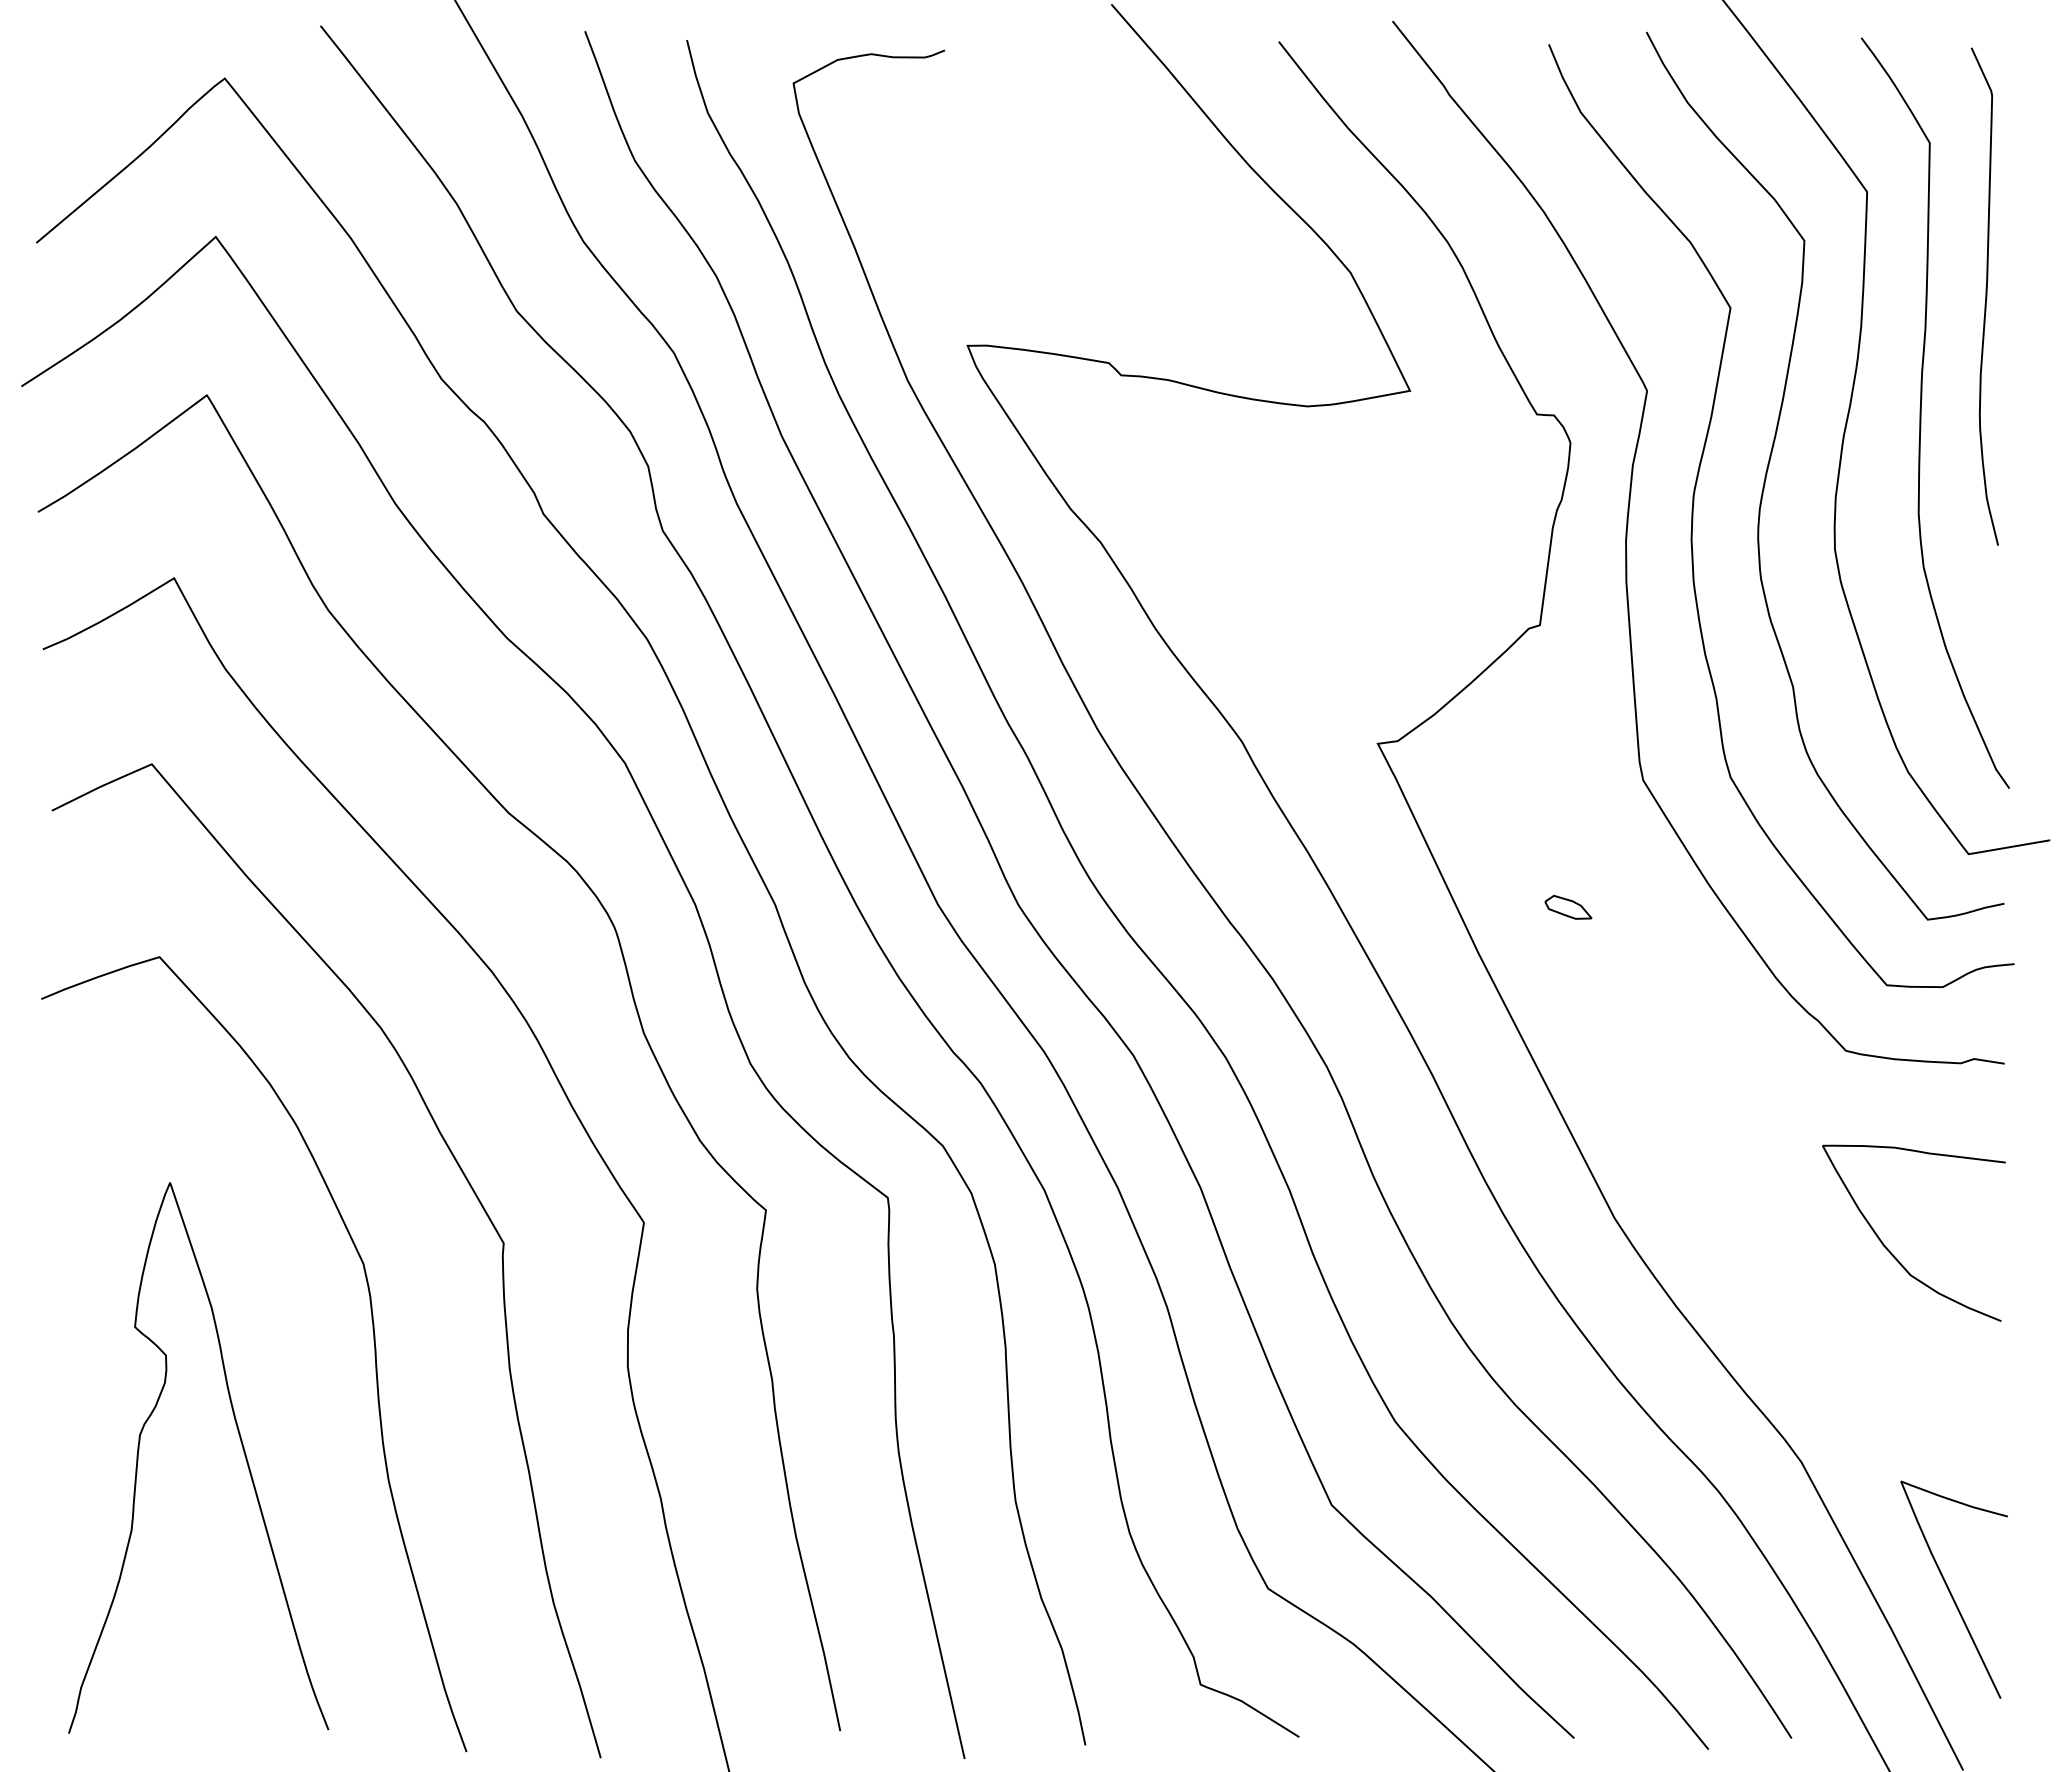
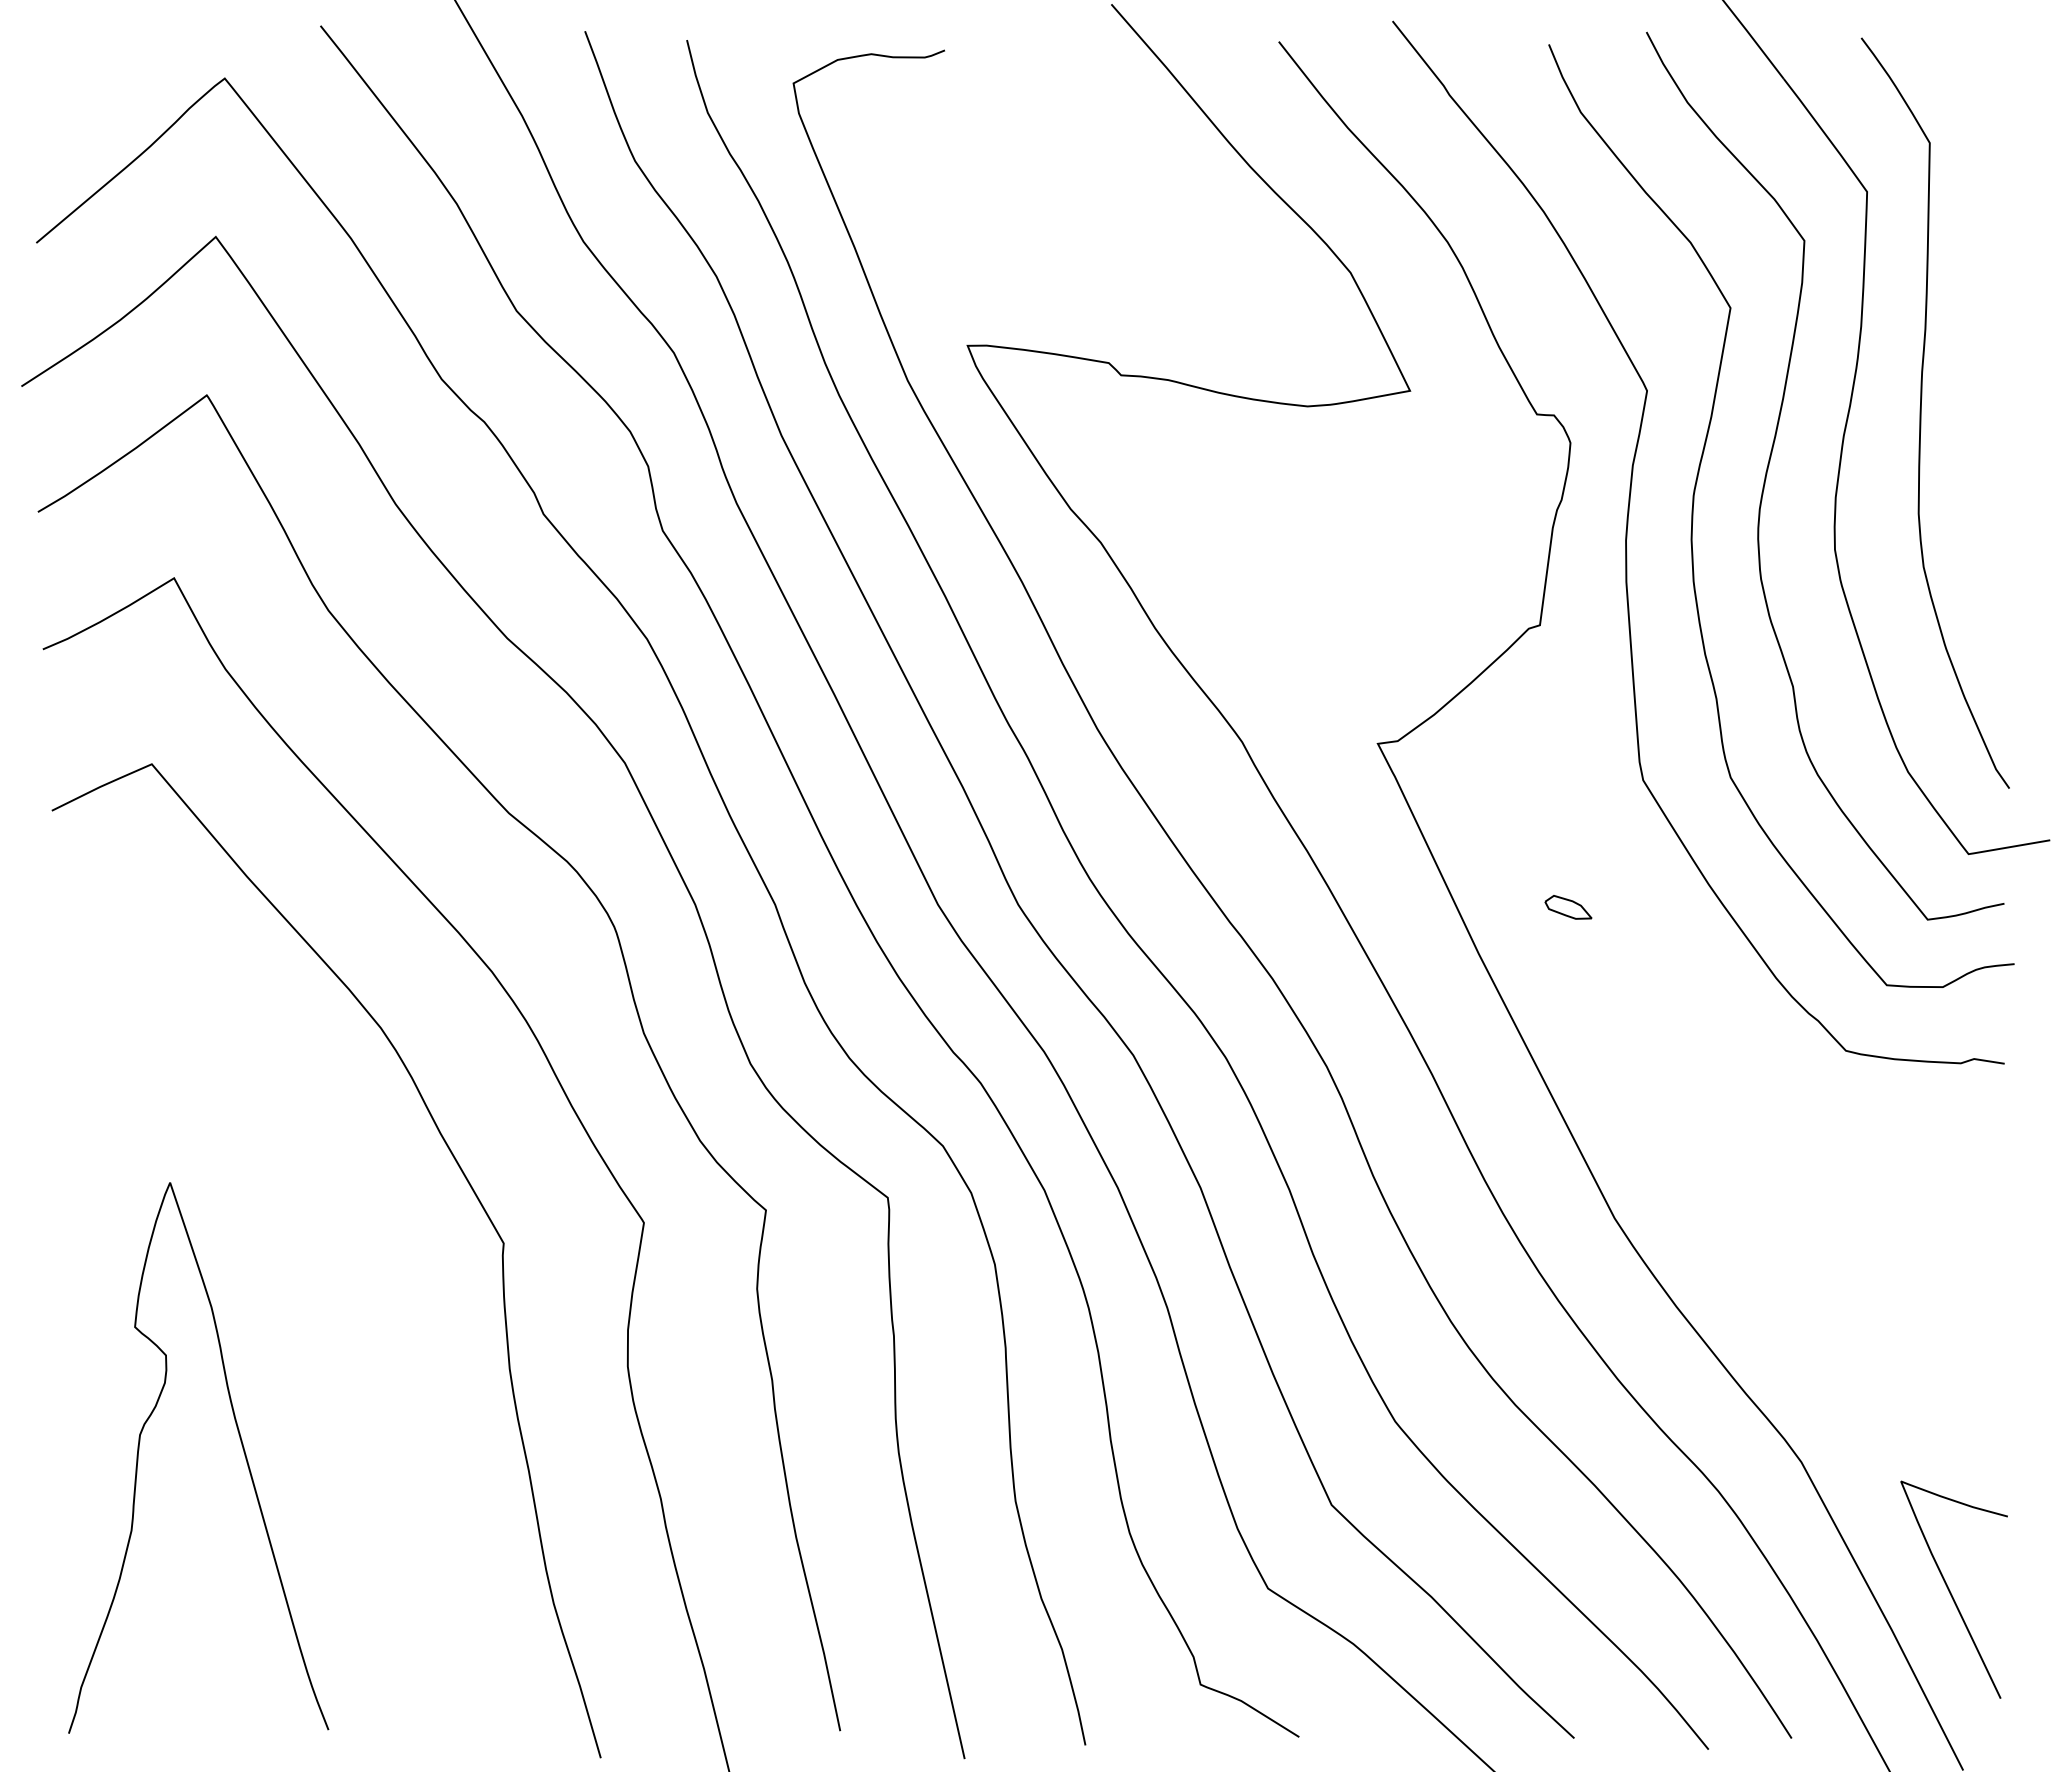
curve at (1985, 296): present -> none
curve at (1892, 1253): present -> none
curve at (373, 1342): present -> none
